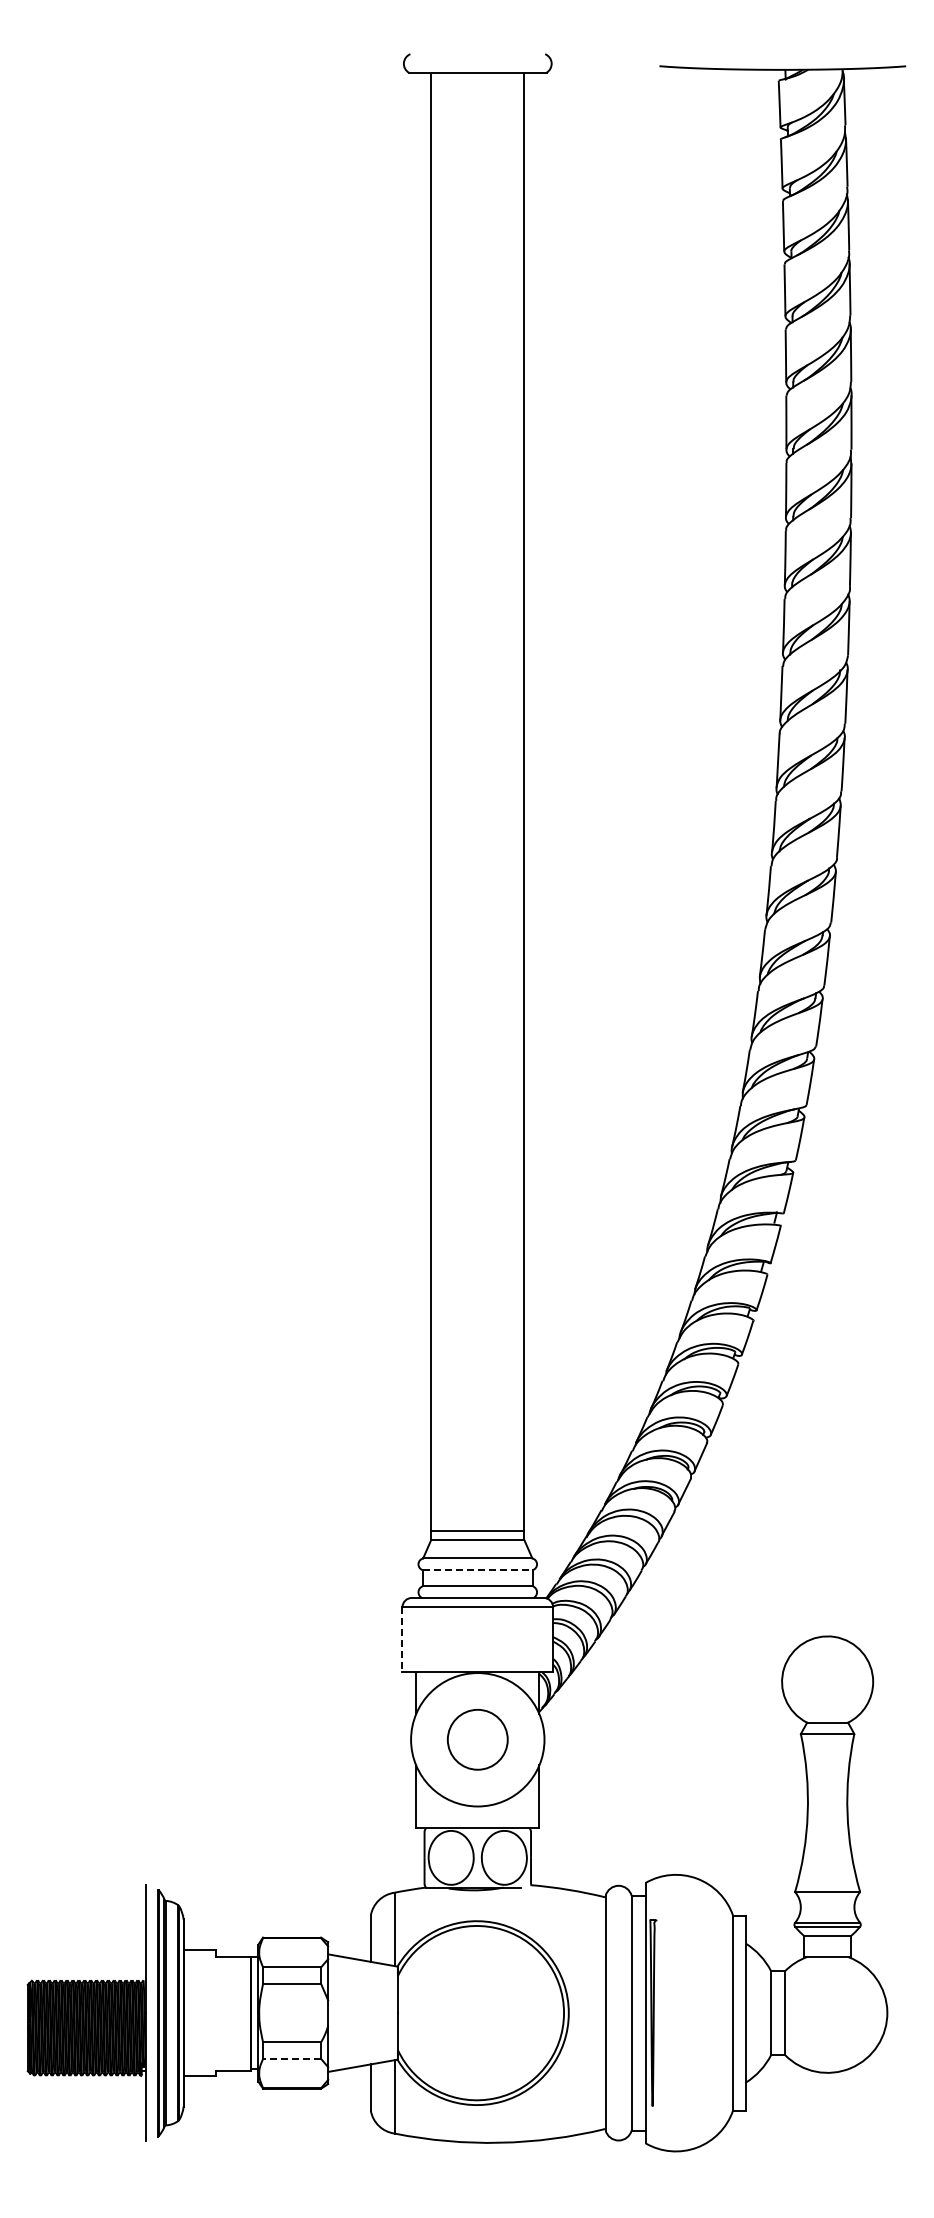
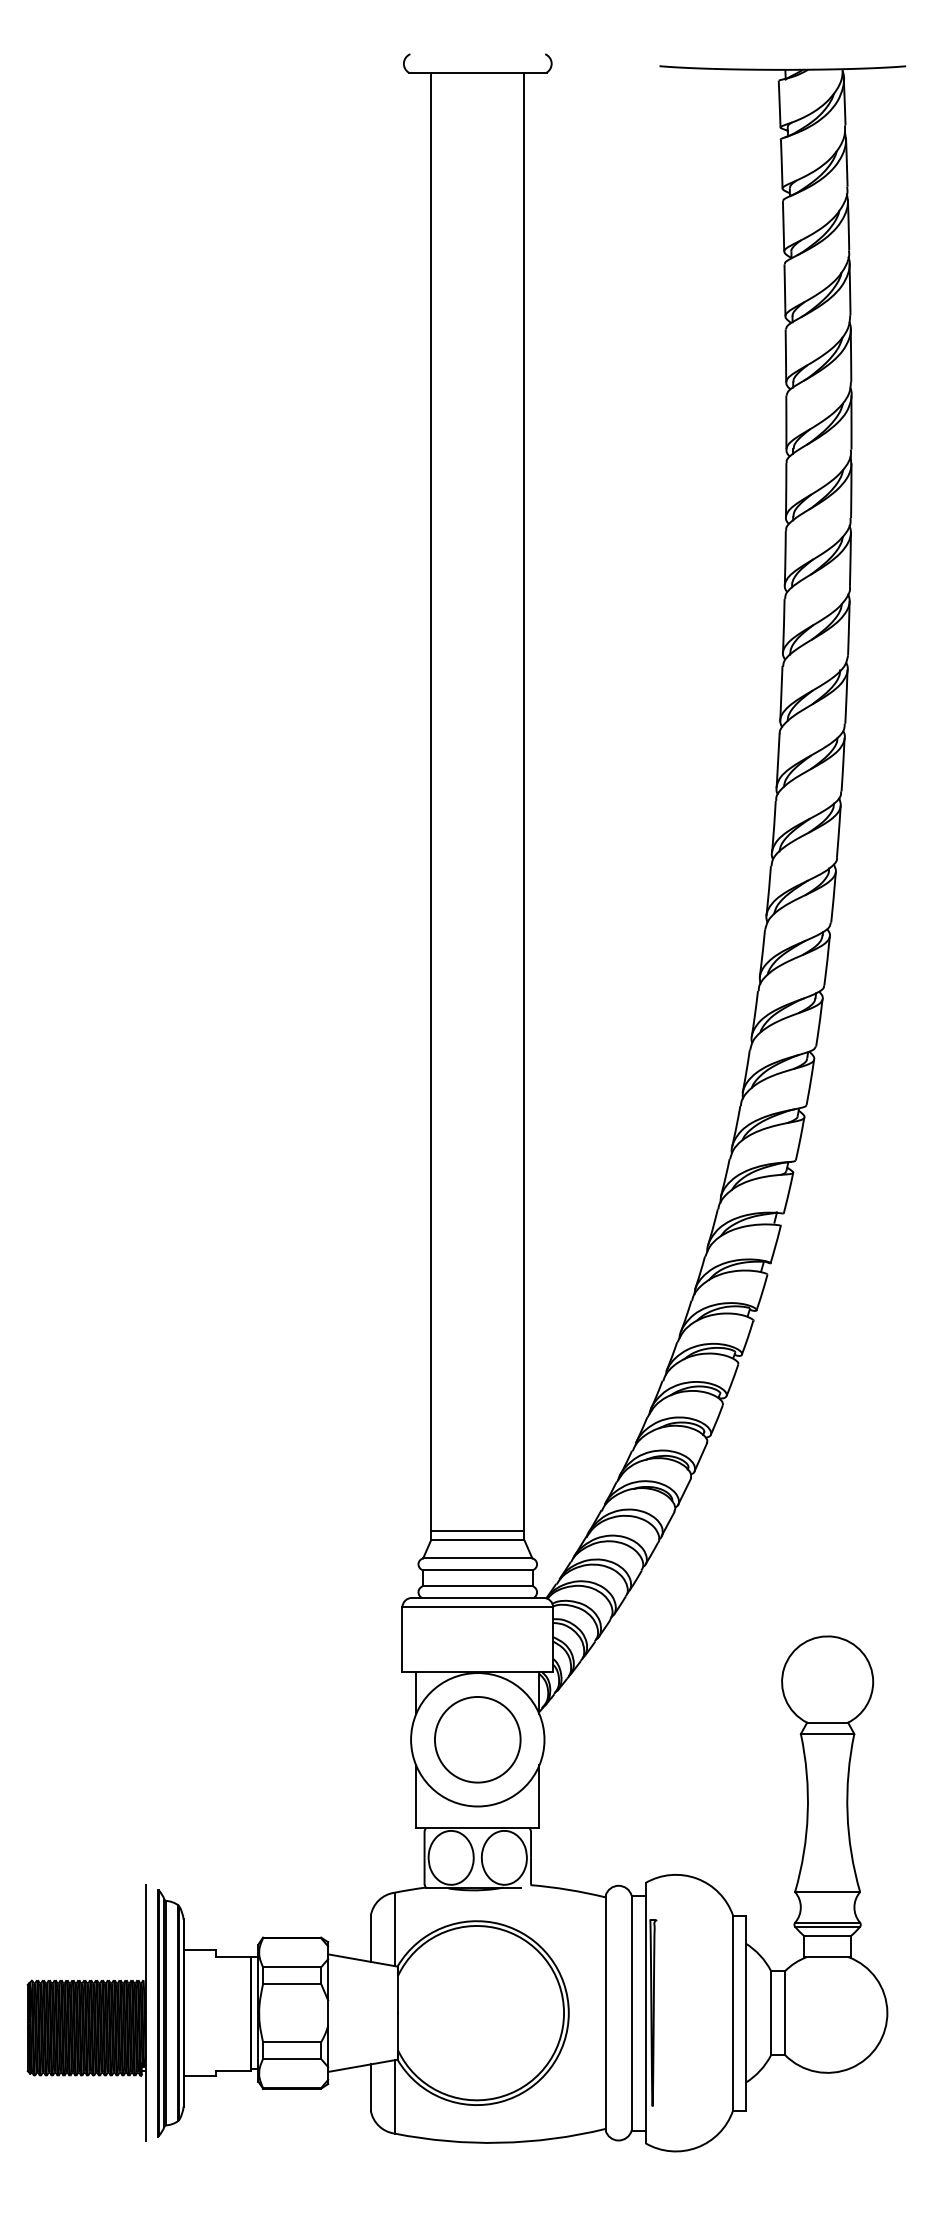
line at (478, 1570): dashed -> solid
line at (402, 1639): dashed -> solid
circle at (477, 1739) diameter: 60 px -> 86 px
line at (291, 2059): dashed -> solid
